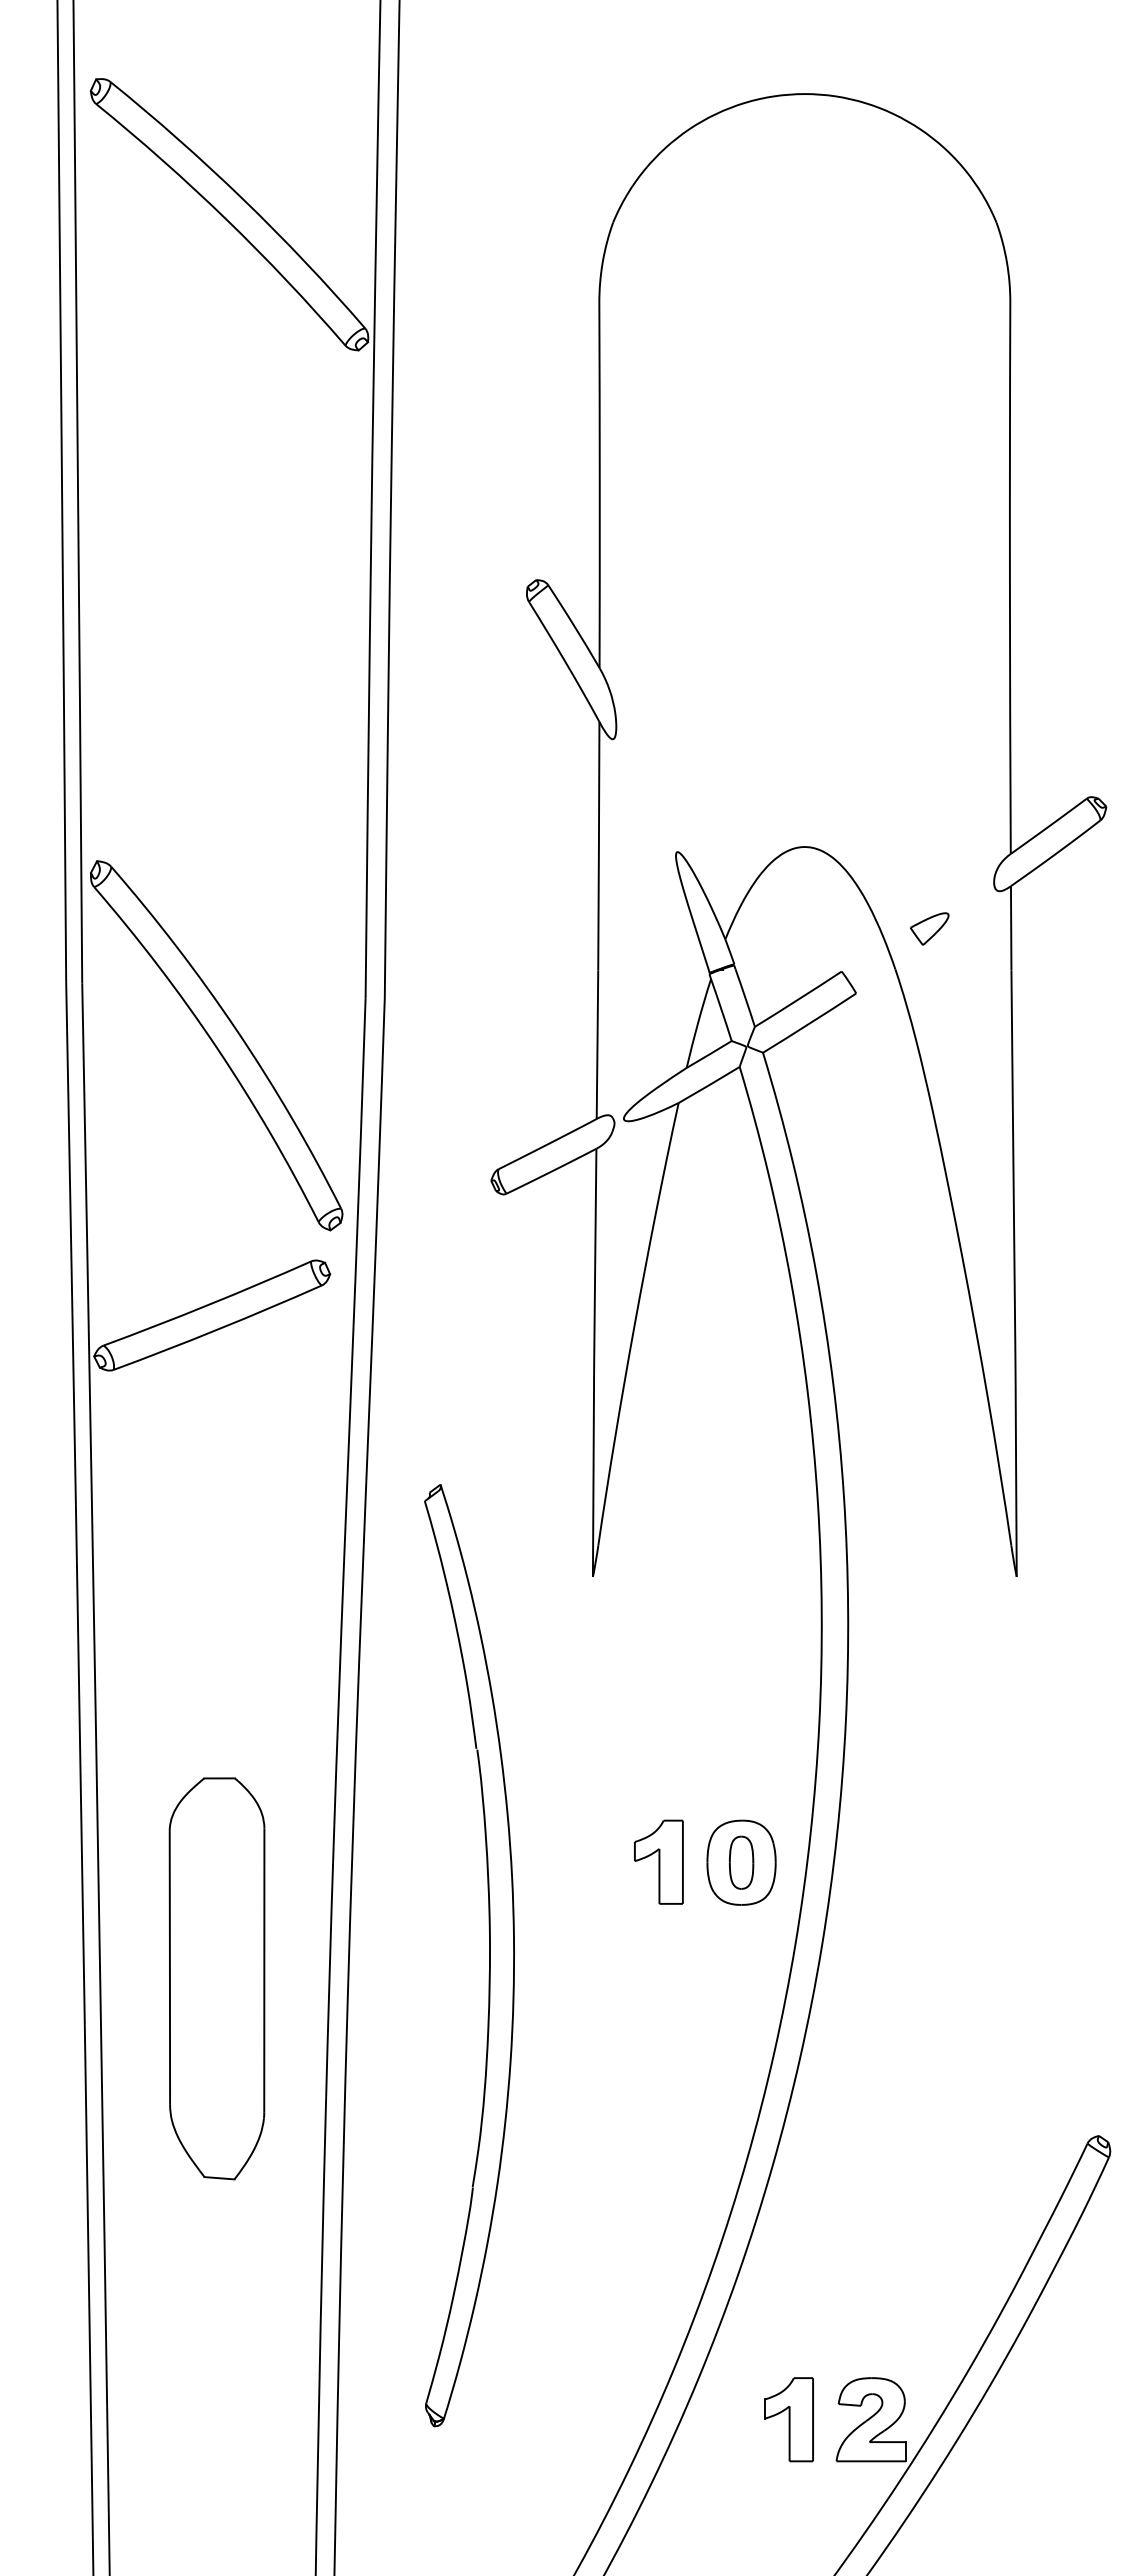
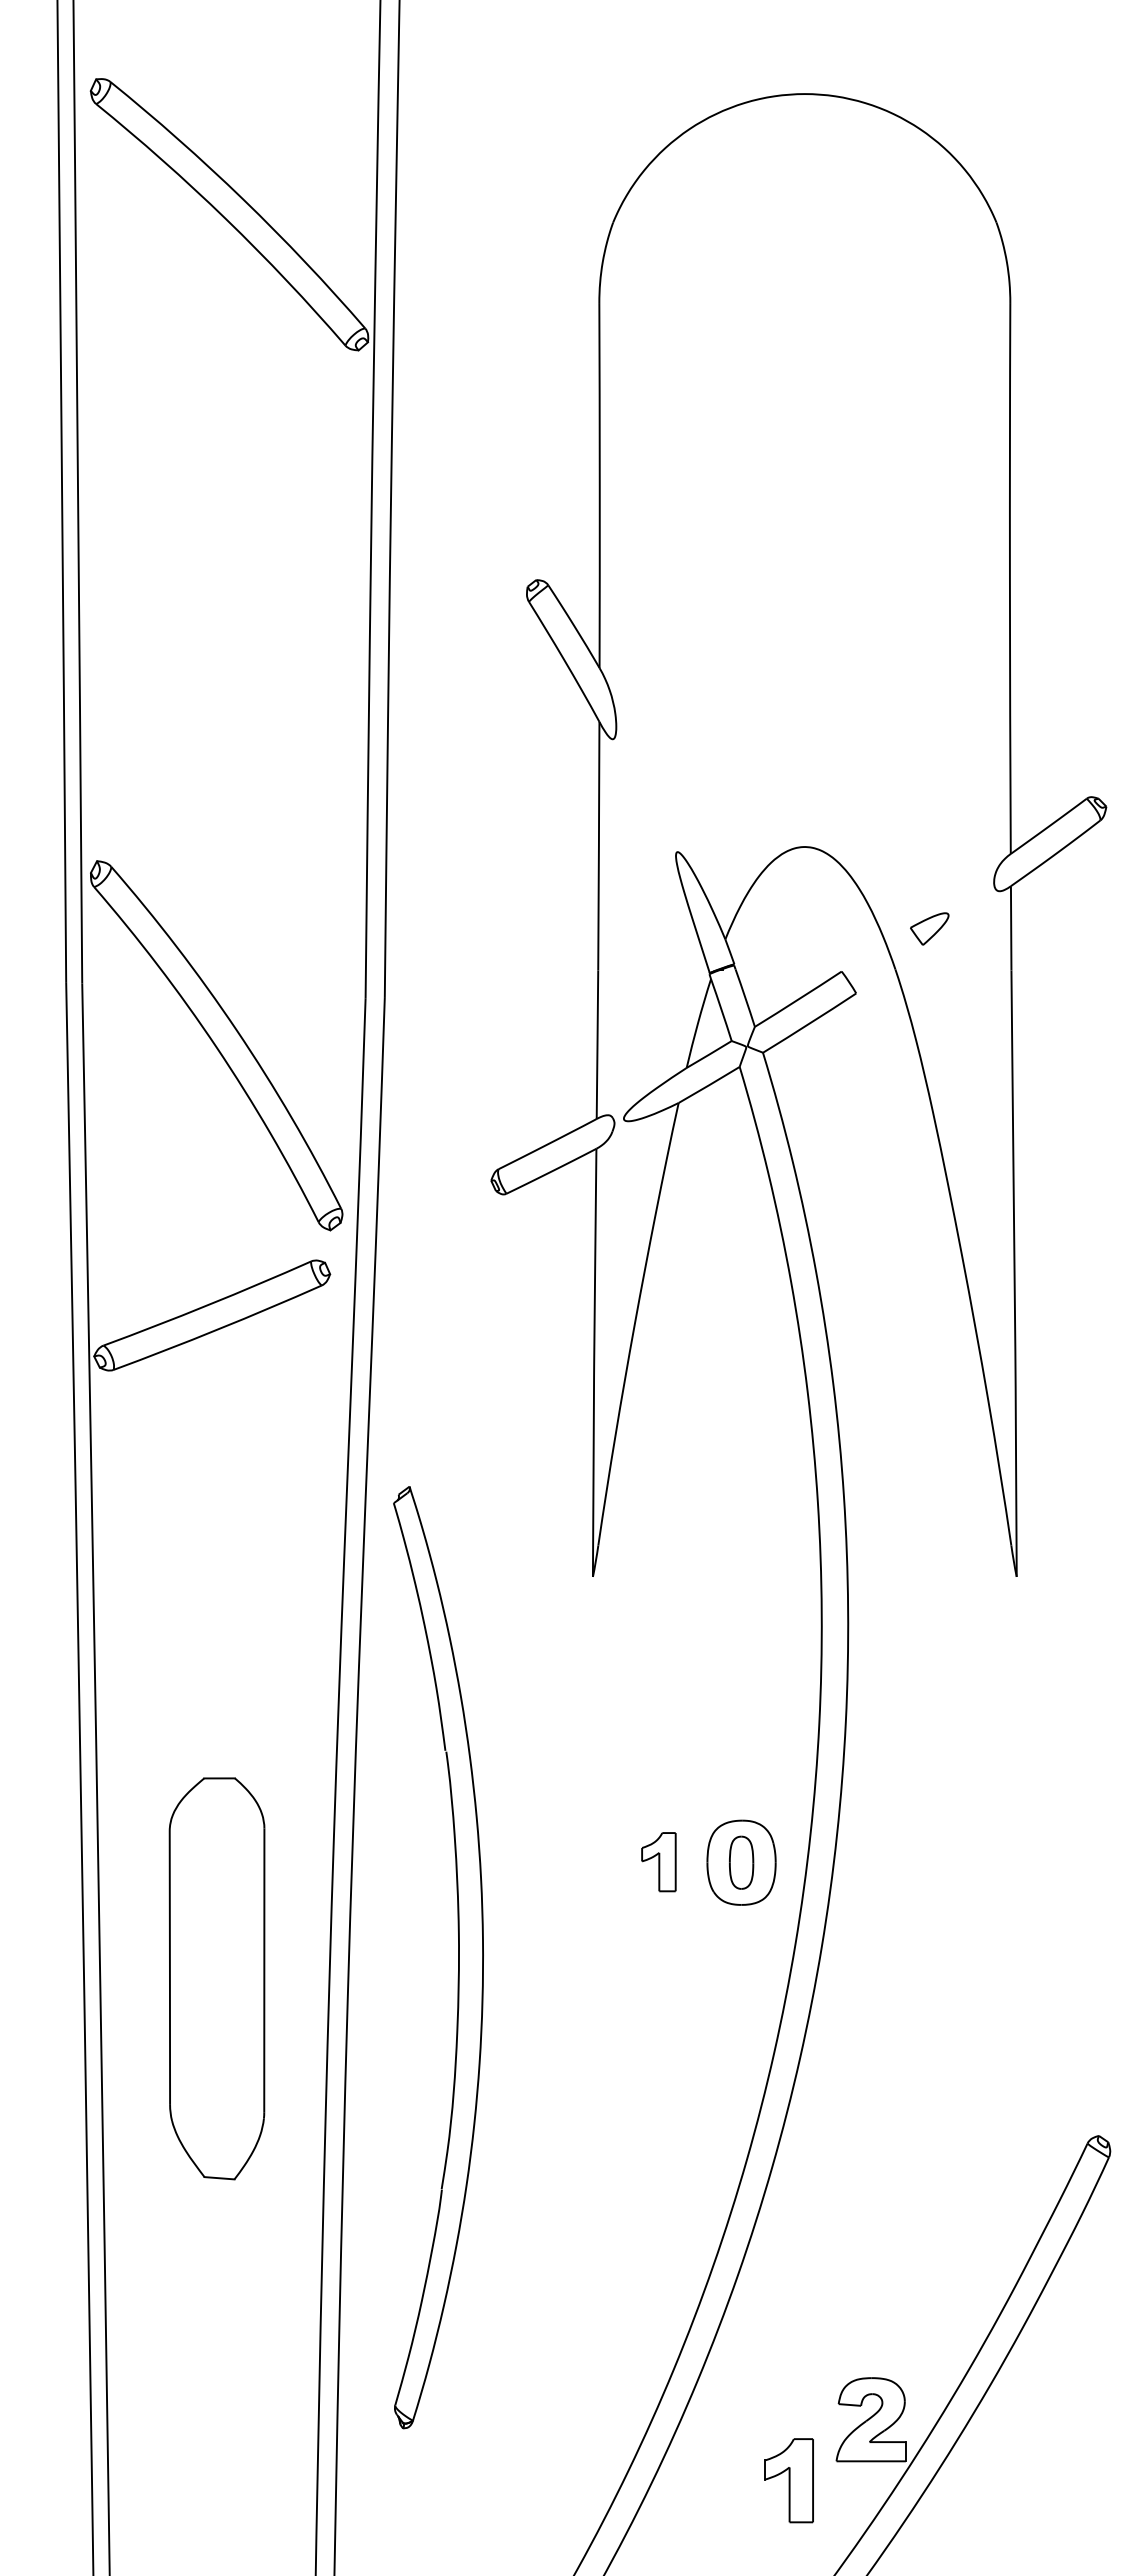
part at (658, 1861) size: 50x86 px -> 36x61 px
part at (489, 1955) position: (489, 1955) -> (458, 1957)
part at (788, 2419) position: (788, 2419) -> (788, 2480)
